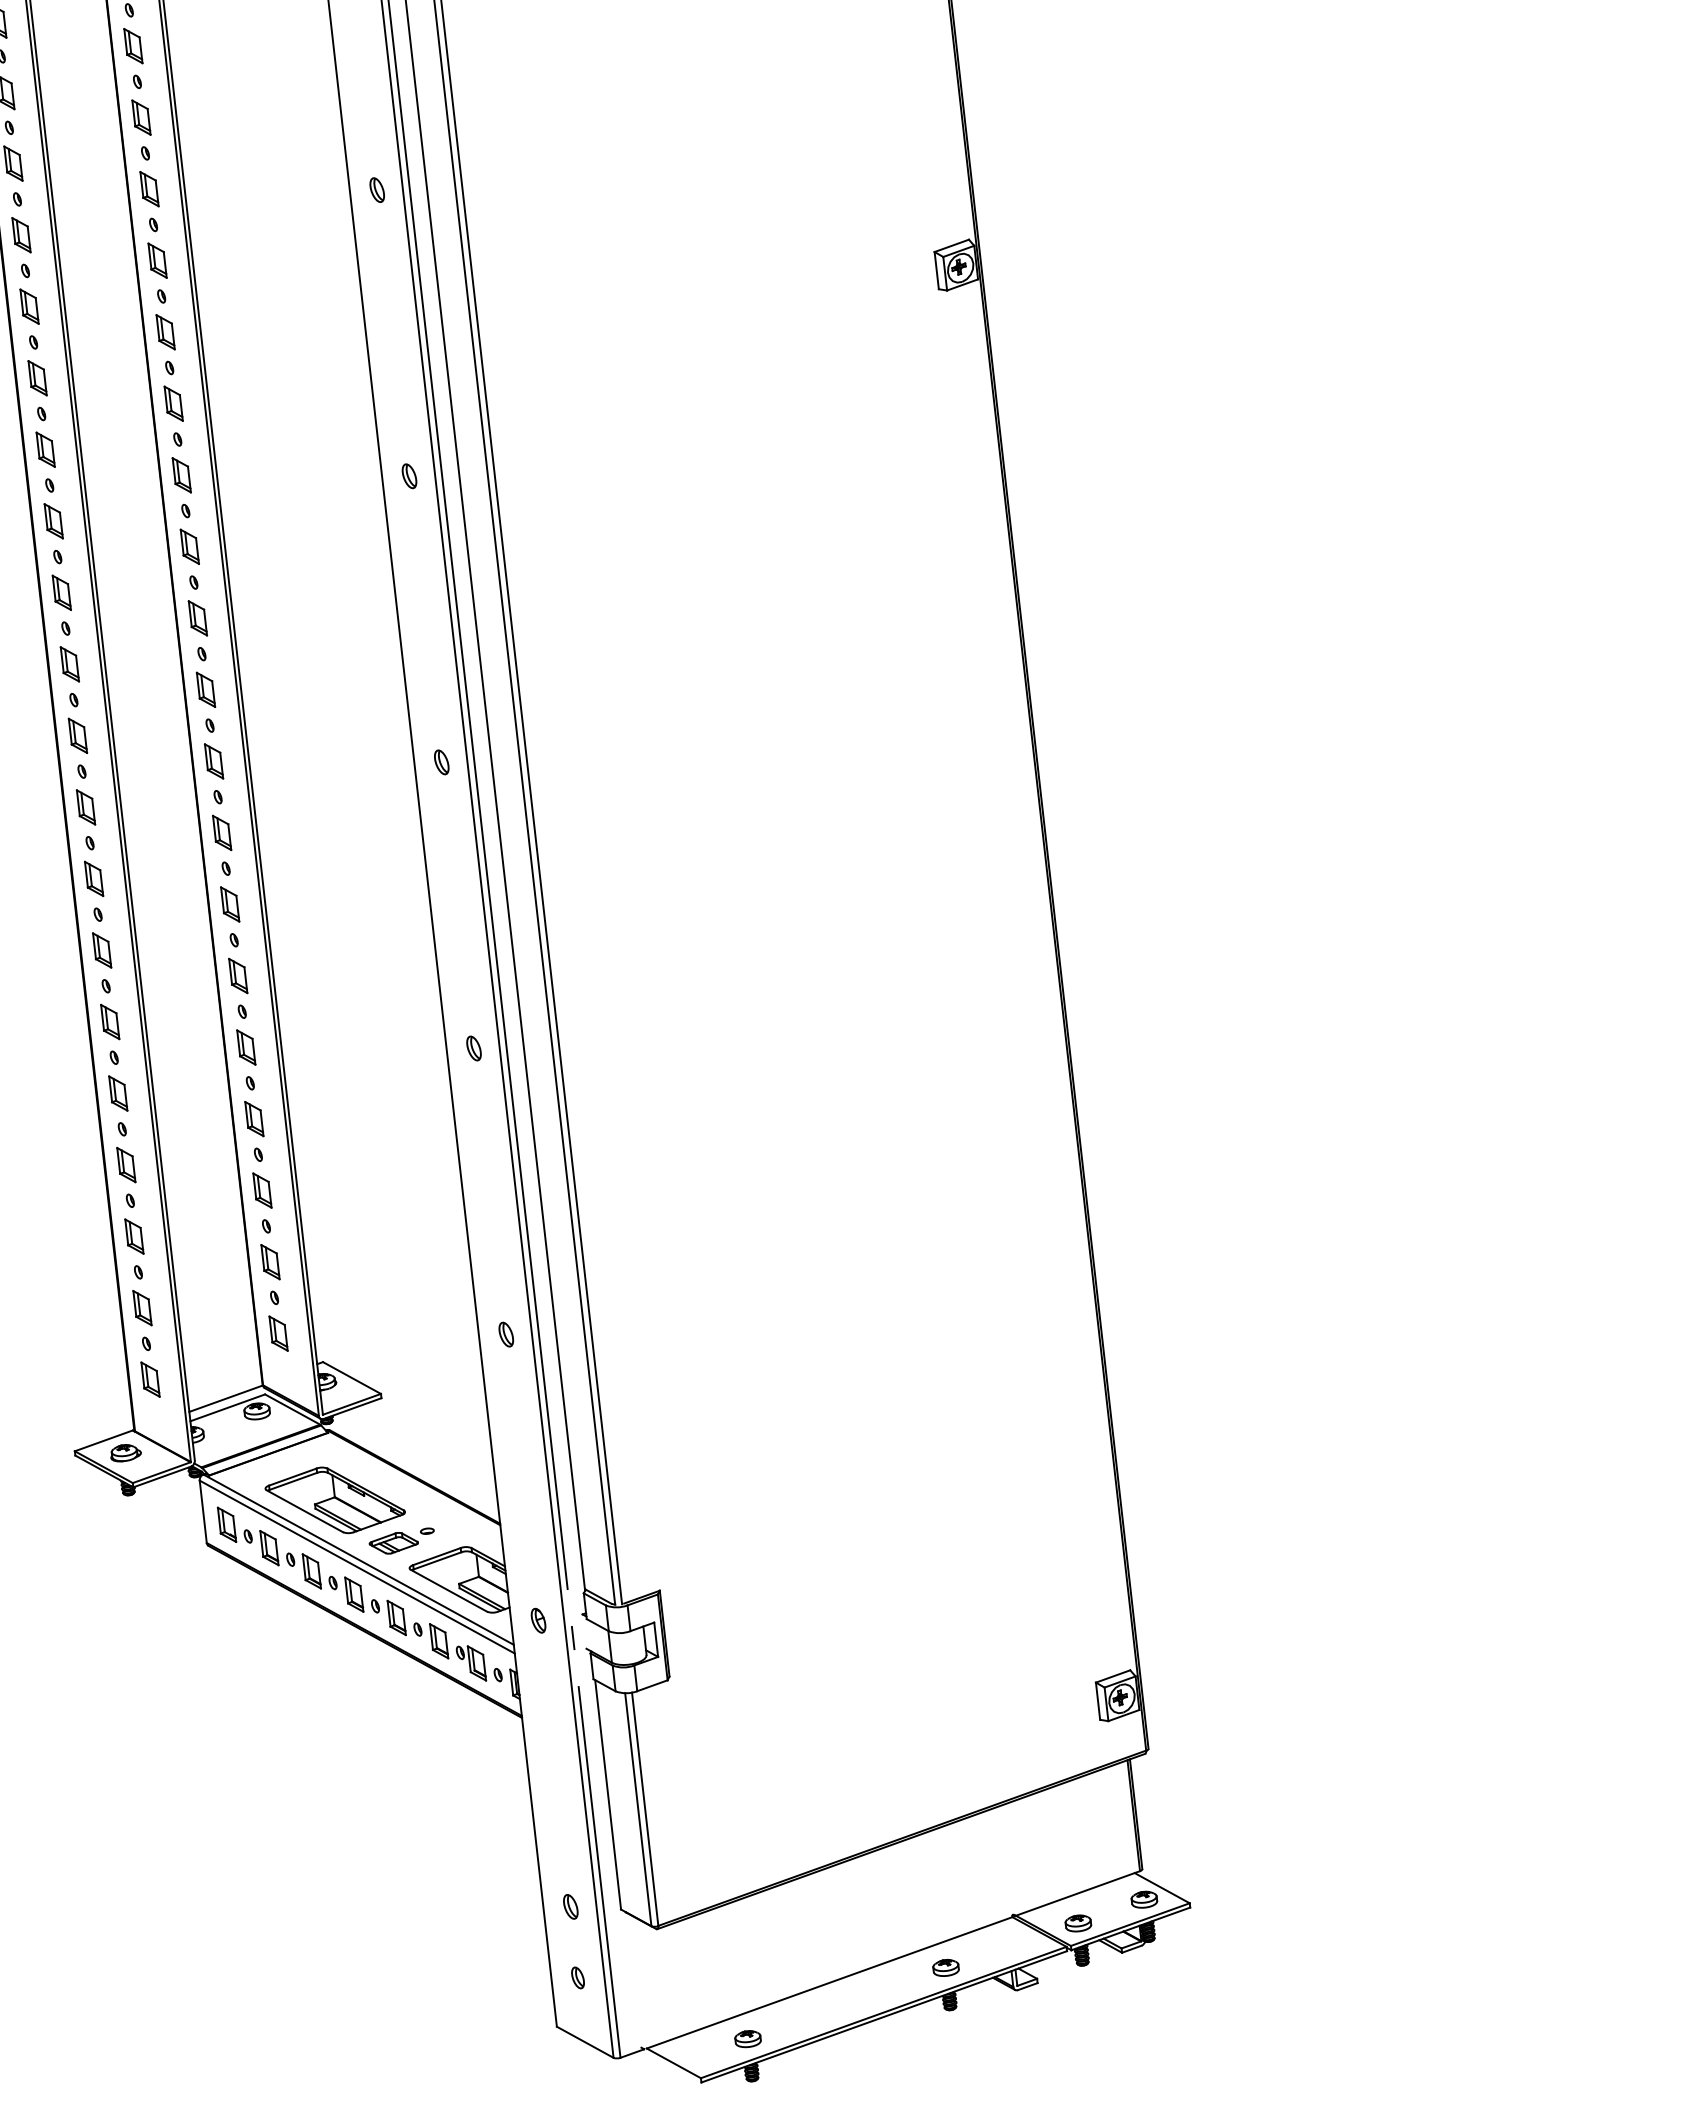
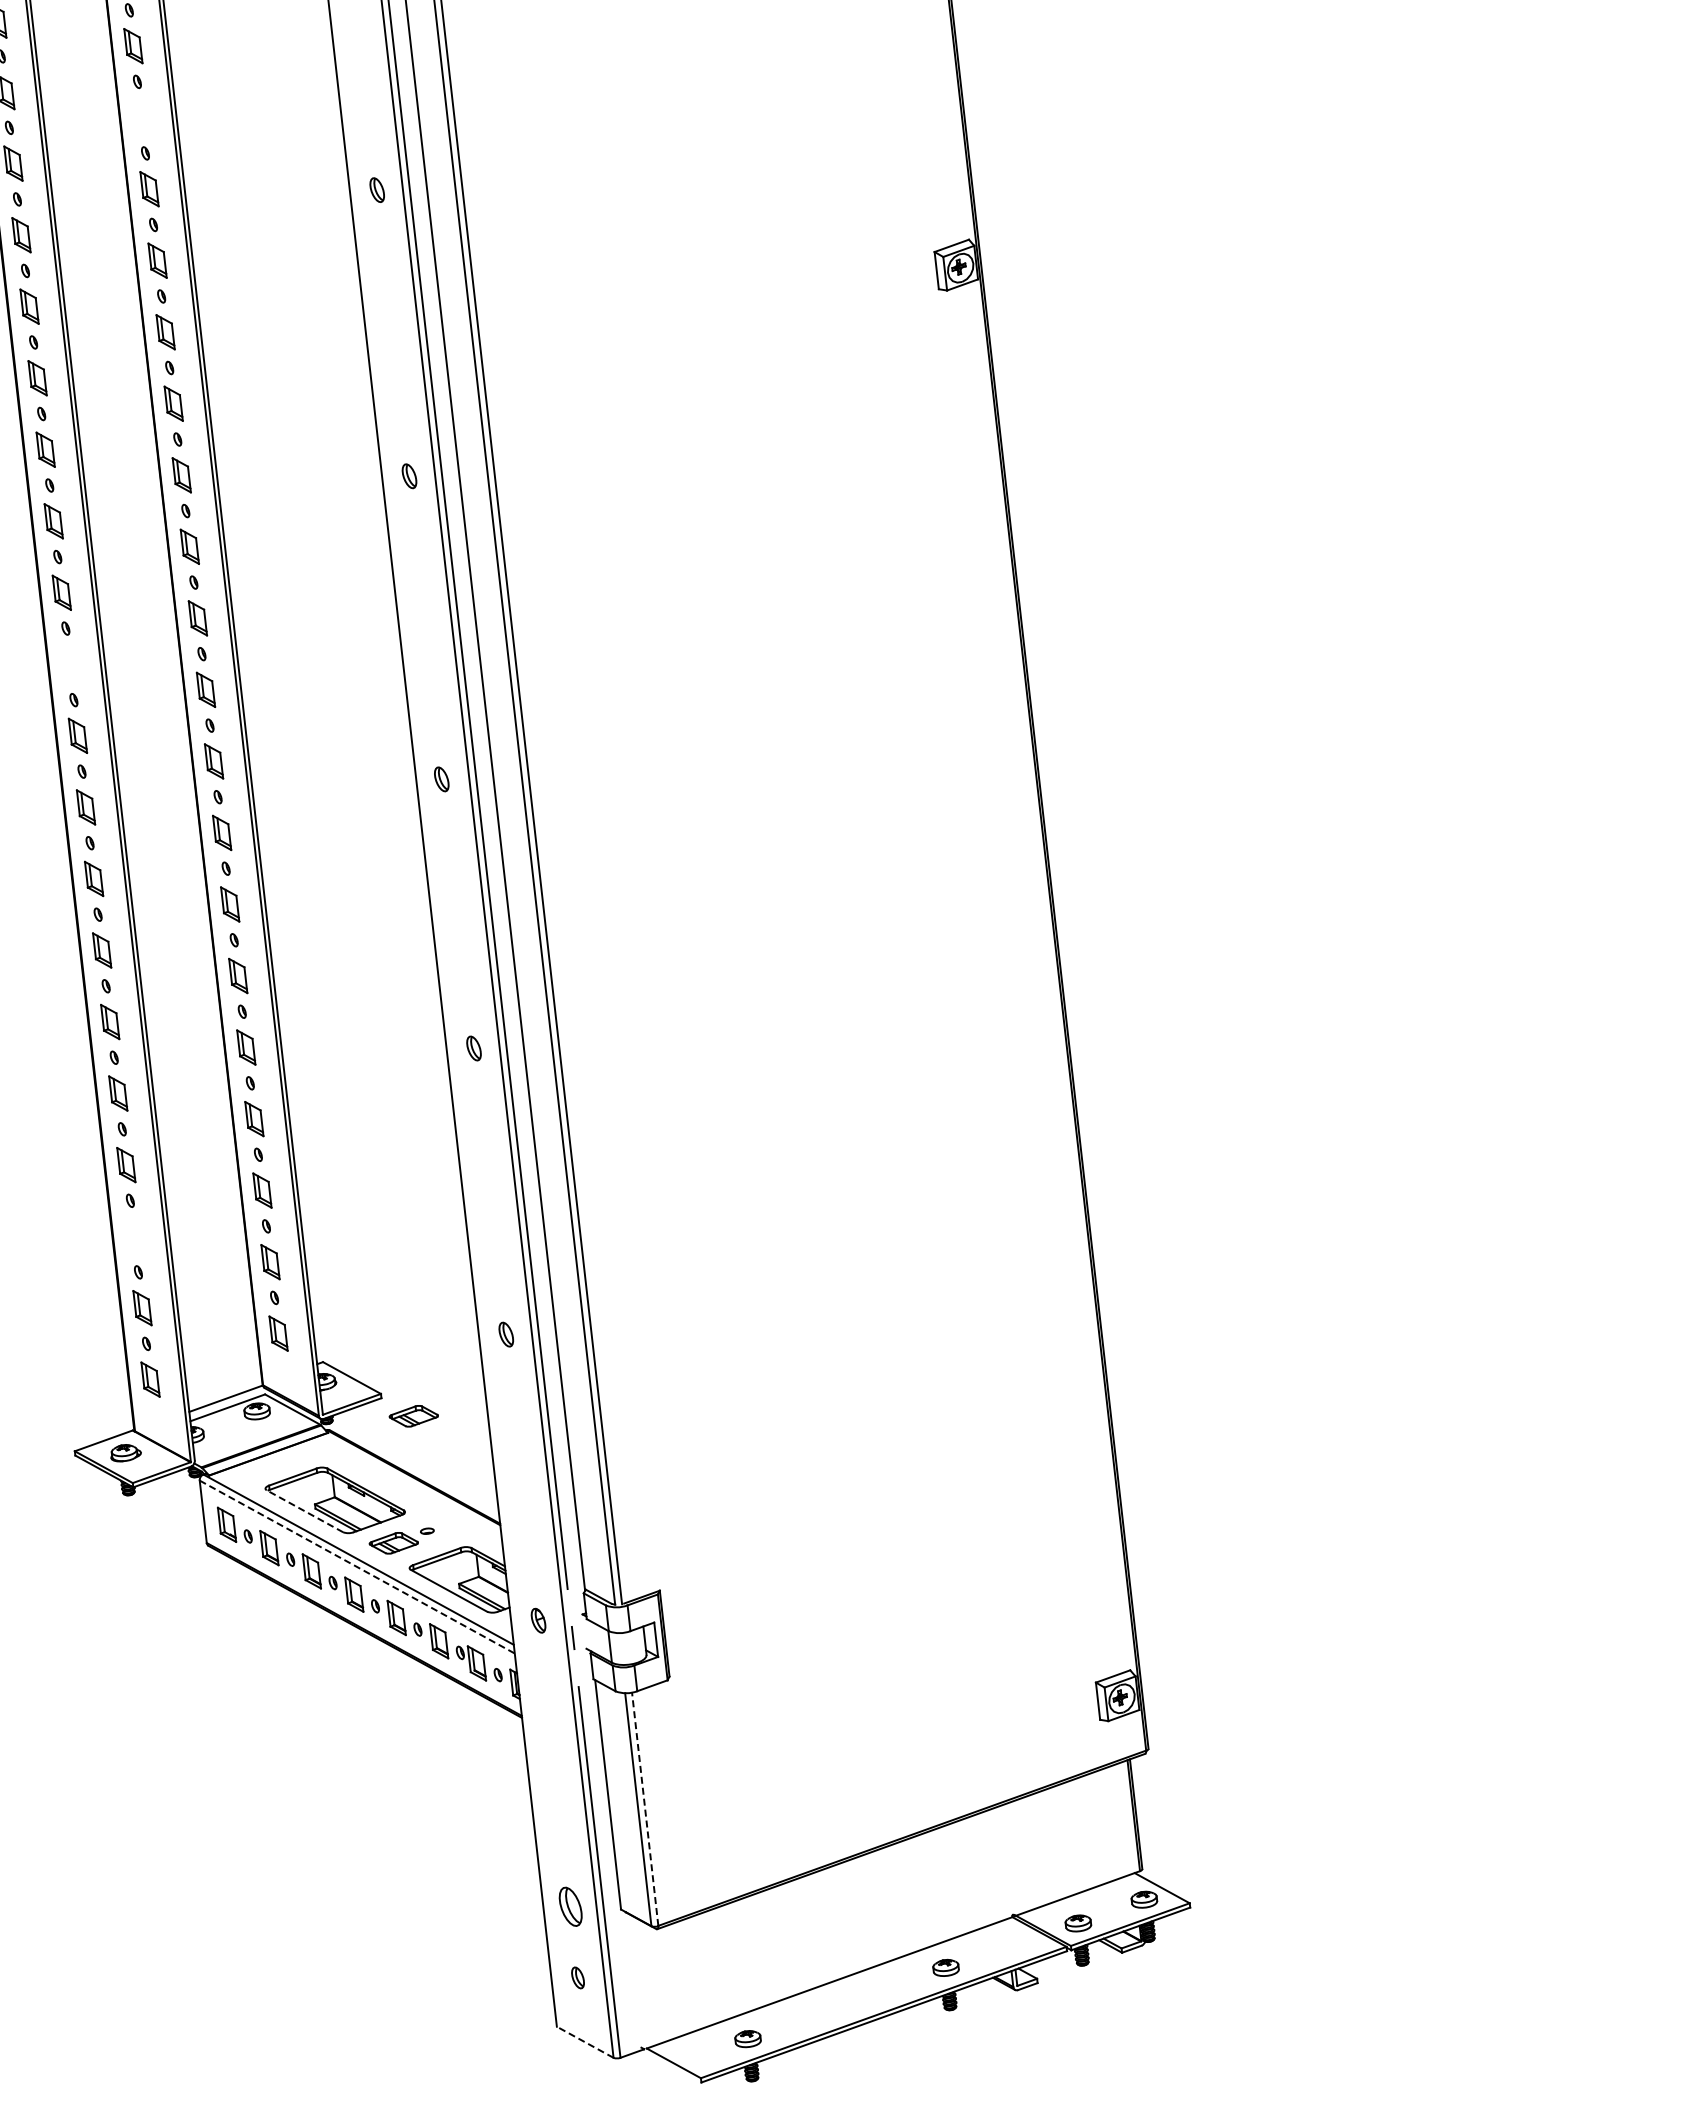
part at (141, 117): present -> none
part at (69, 664): present -> none
part at (441, 762) position: (441, 762) -> (441, 779)
part at (134, 1236): present -> none
part at (413, 1416): none -> present
line at (304, 1511): solid -> dashed
line at (357, 1567): solid -> dashed
line at (645, 1808): solid -> dashed
part at (570, 1906) size: 16x26 px -> 25x41 px
line at (584, 2042): solid -> dashed
